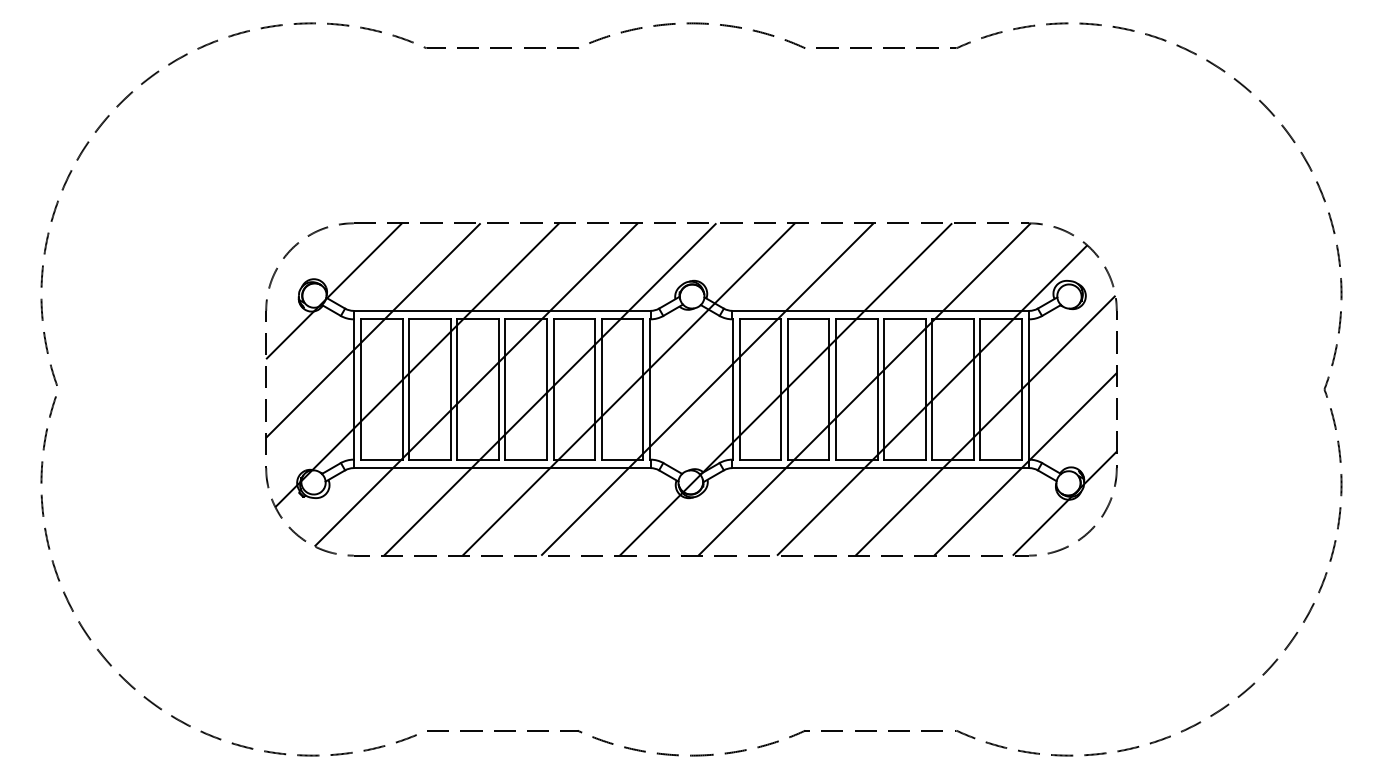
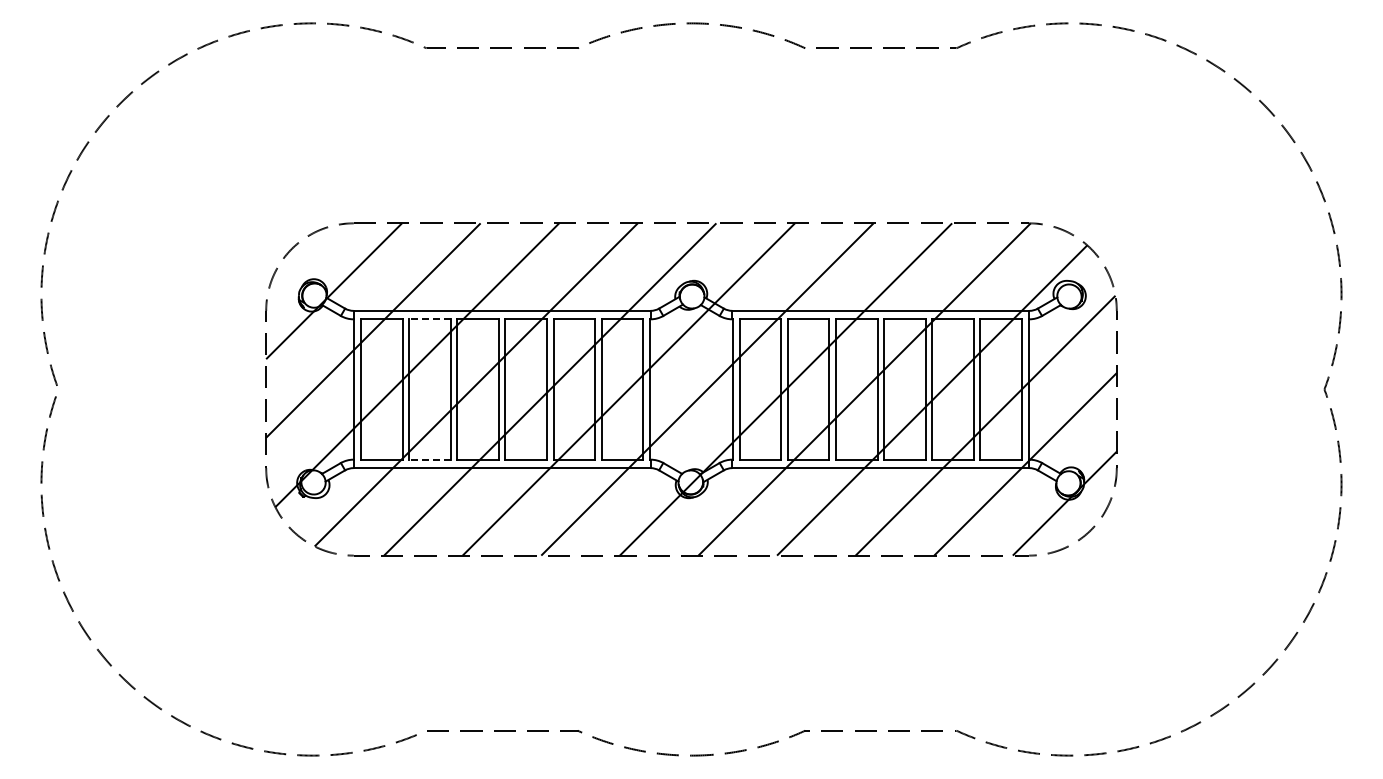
line at (429, 319): solid -> dashed
line at (429, 459): solid -> dashed
